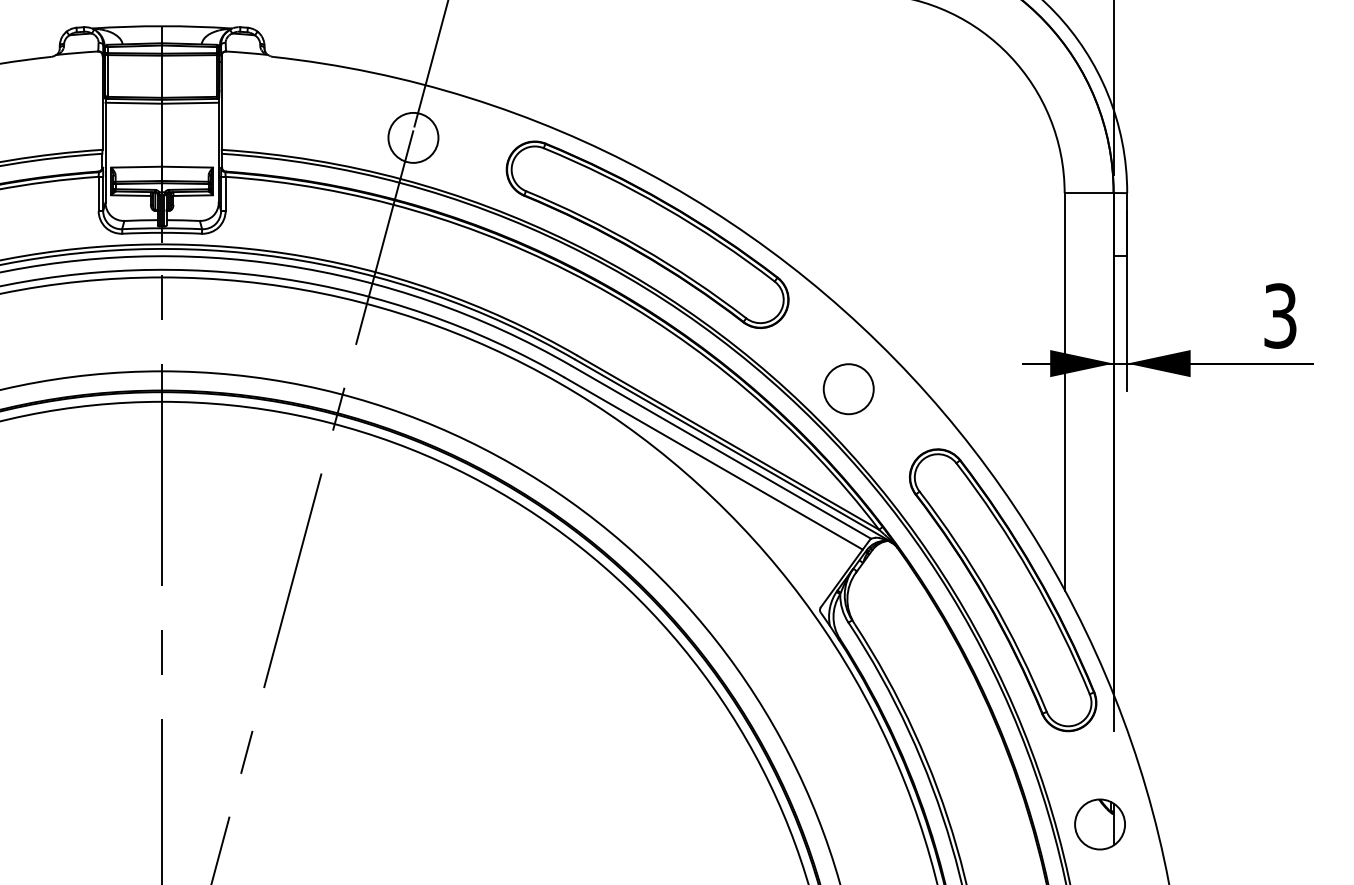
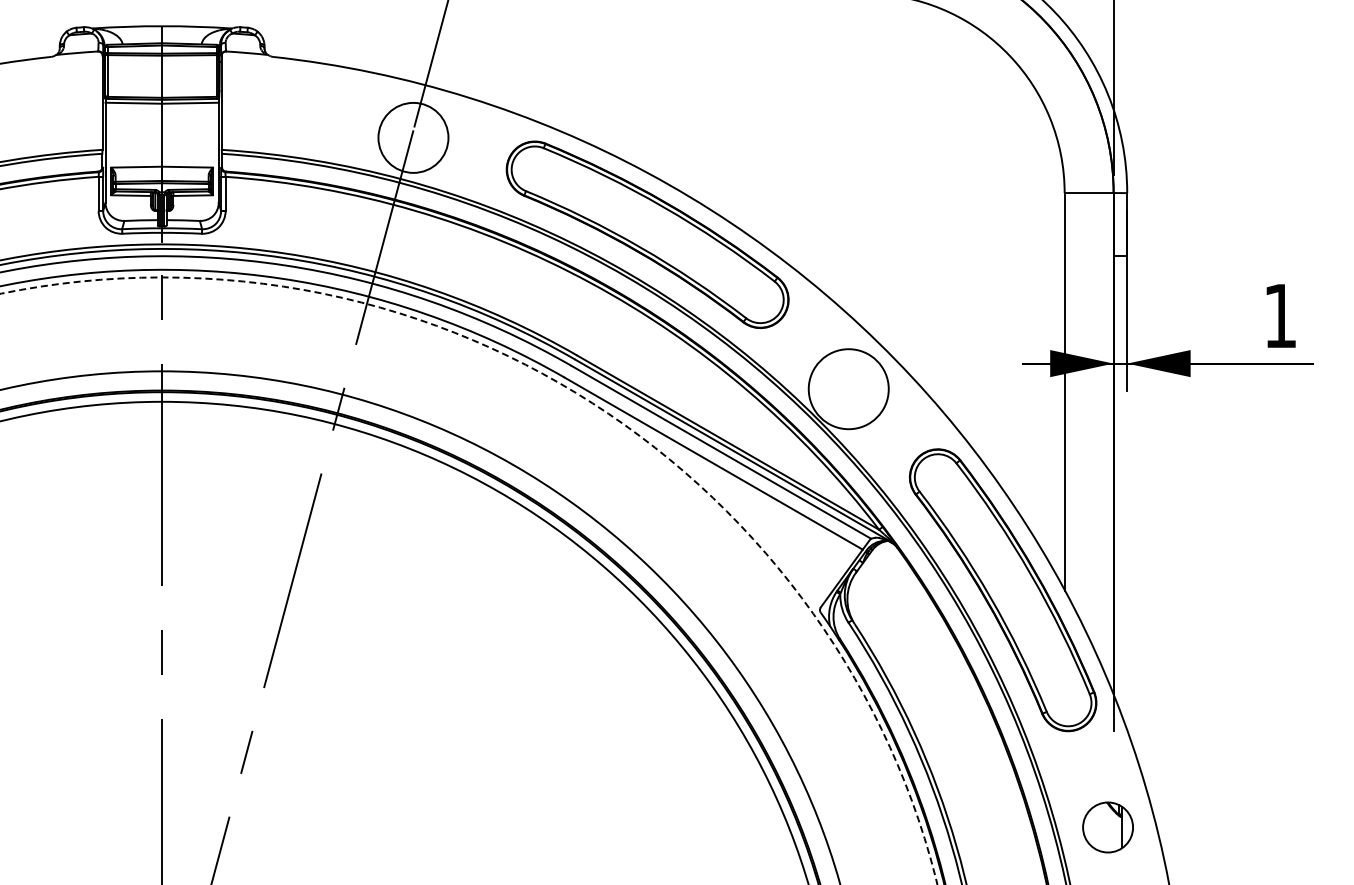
circle at (413, 137) diameter: 50 px -> 70 px
text at (1280, 315): 3 -> 1
circle at (848, 389) diameter: 50 px -> 80 px
circle at (468, 580): solid -> dashed
part at (1099, 824) position: (1099, 824) -> (1107, 827)
